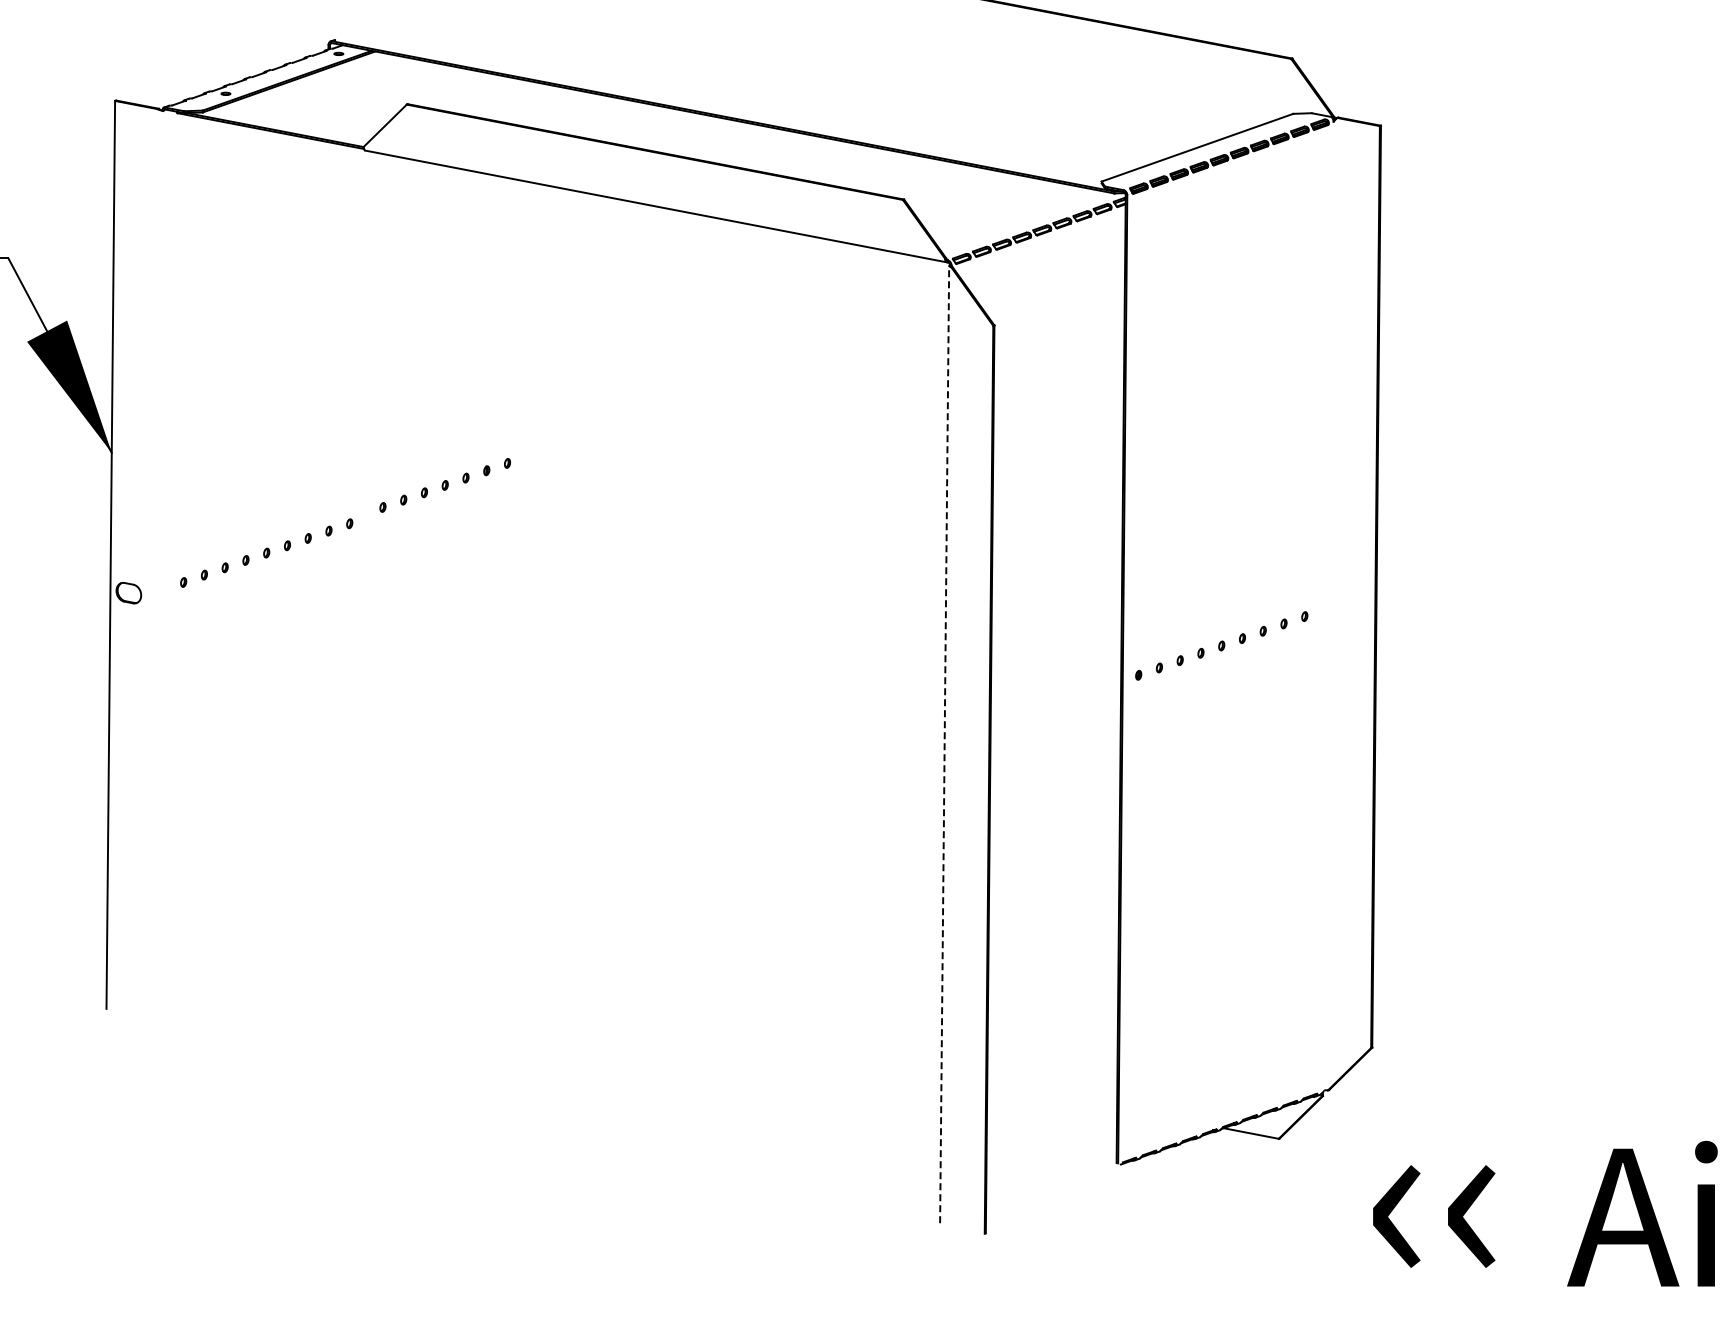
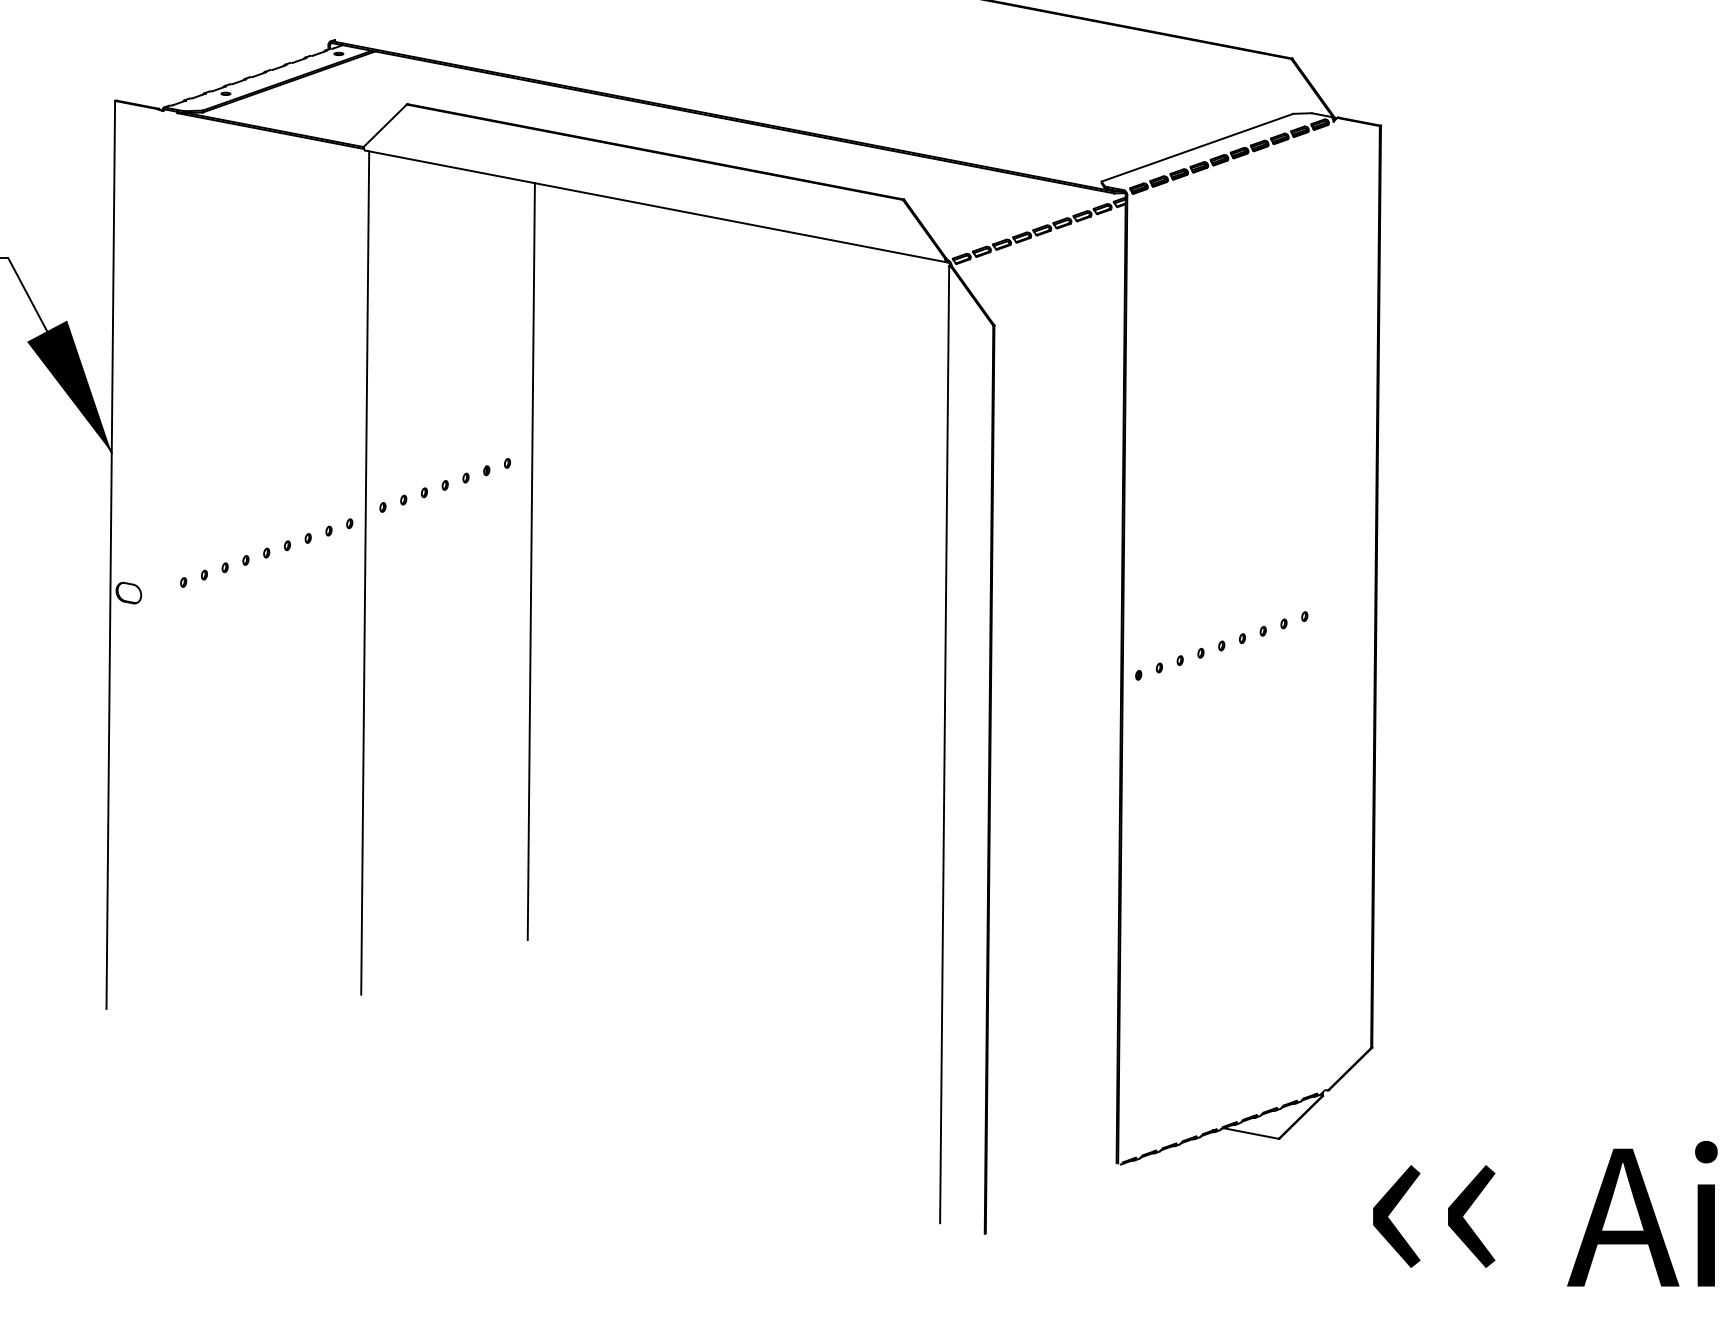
line at (530, 561): none -> present
line at (365, 572): none -> present
line at (944, 744): dashed -> solid
